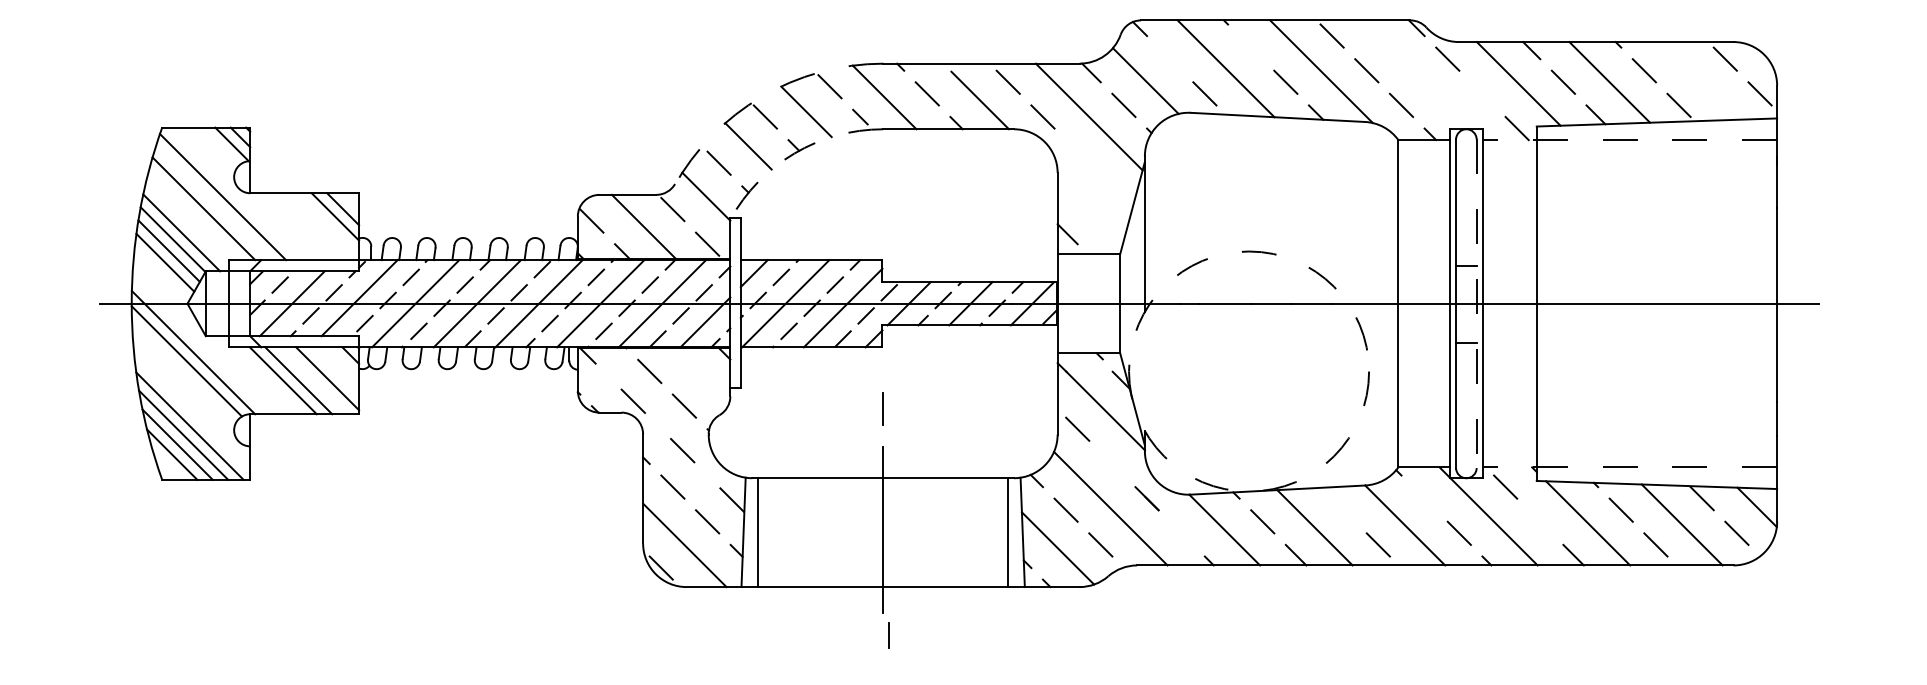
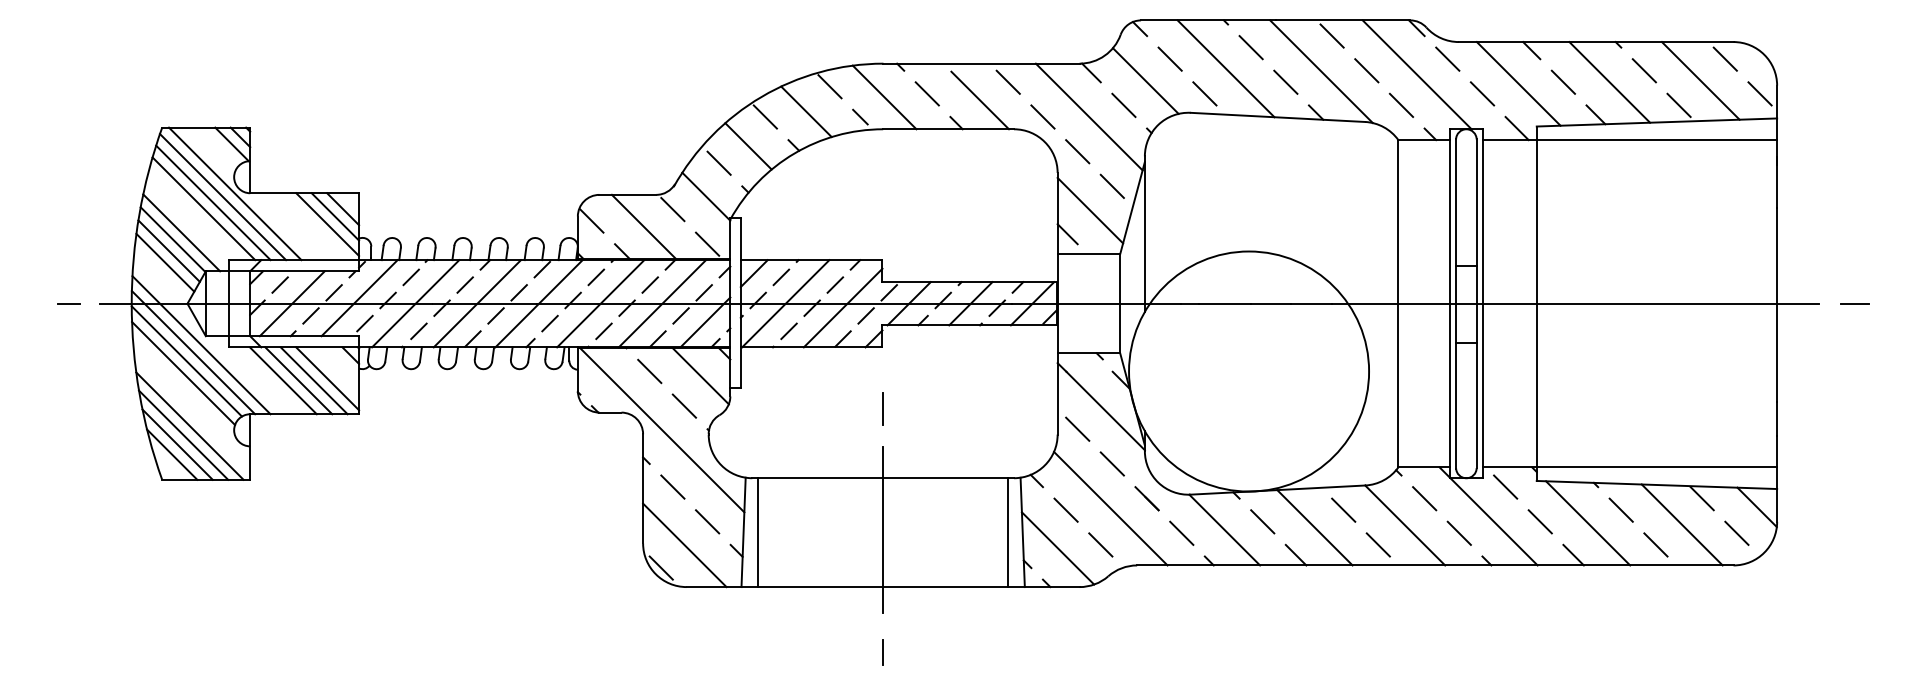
line at (1250, 47): none -> present
line at (1169, 58): none -> present
line at (1416, 74): none -> present
line at (1700, 80): none -> present
line at (1482, 93): none -> present
arc at (761, 96): dashed -> solid
line at (1629, 140): dashed -> solid
line at (1077, 151): none -> present
arc at (794, 153): dashed -> solid
line at (1111, 185): none -> present
line at (235, 193): none -> present
line at (213, 202): none -> present
line at (1090, 210): none -> present
line at (327, 224): none -> present
line at (68, 303): none -> present
line at (1854, 303): none -> present
line at (1476, 304): dashed -> solid
line at (201, 345): none -> present
circle at (1249, 371): dashed -> solid
line at (183, 373): none -> present
line at (700, 376): none -> present
line at (313, 380): none -> present
line at (661, 429): dashed -> solid
line at (1111, 463): none -> present
line at (1629, 467): dashed -> solid
line at (1424, 498): none -> present
line at (1343, 509): none -> present
line at (1539, 521): none -> present
line at (1181, 532): none -> present
line at (888, 635) position: (888, 635) -> (882, 652)
